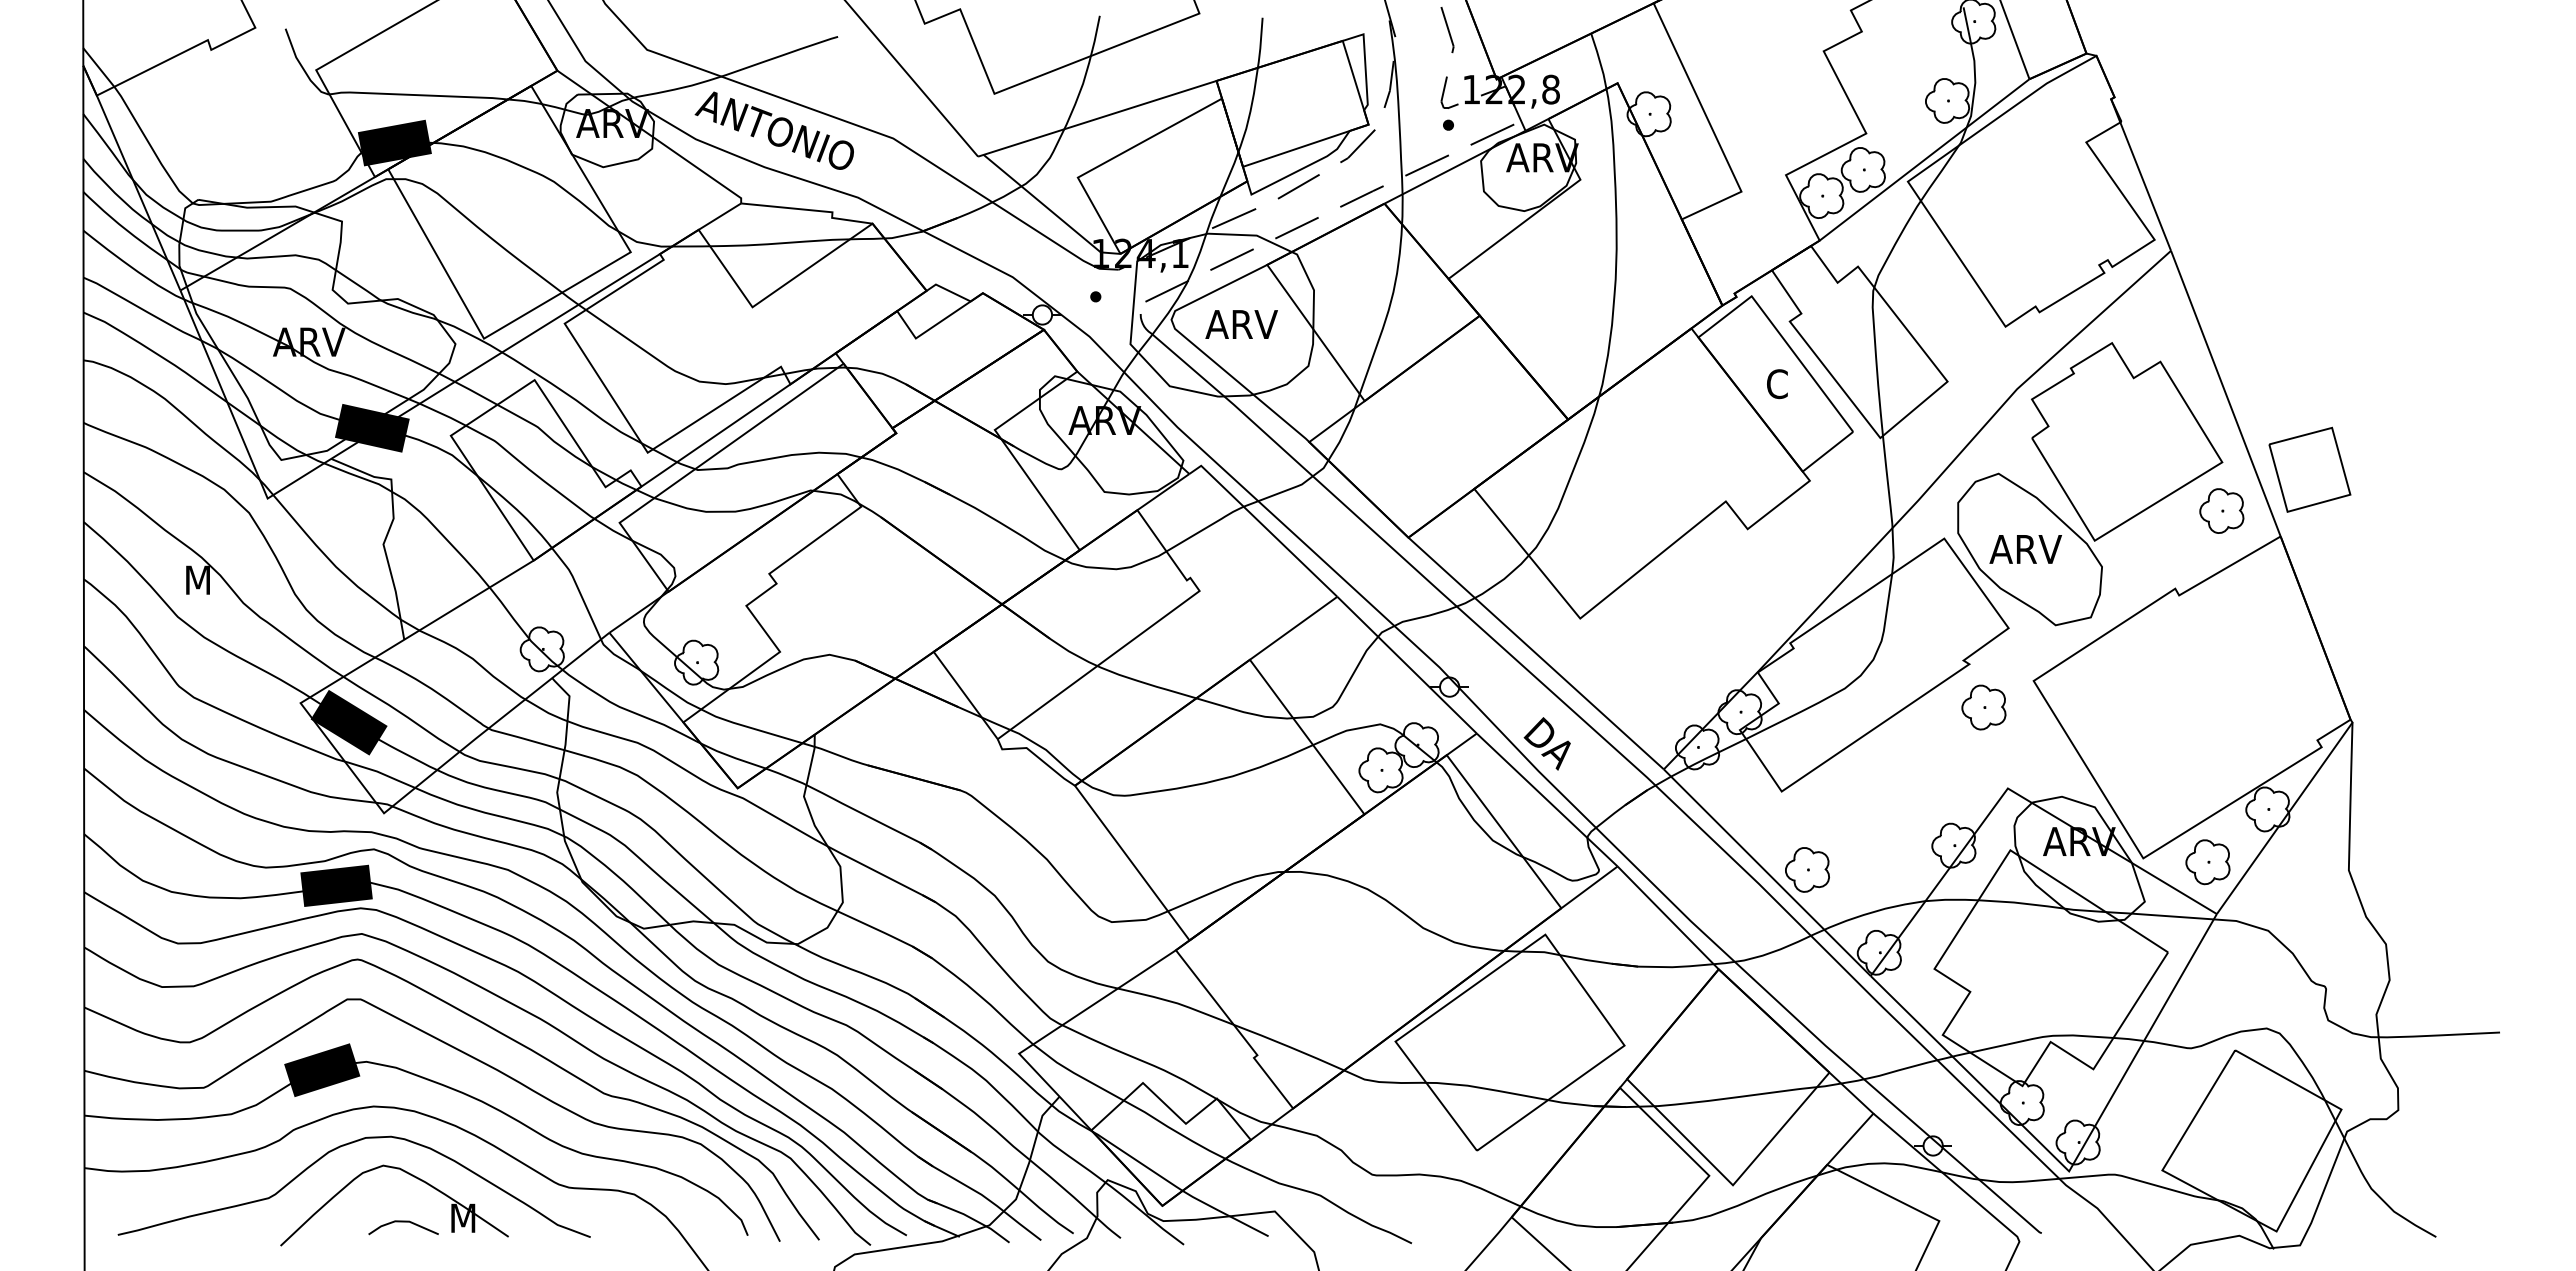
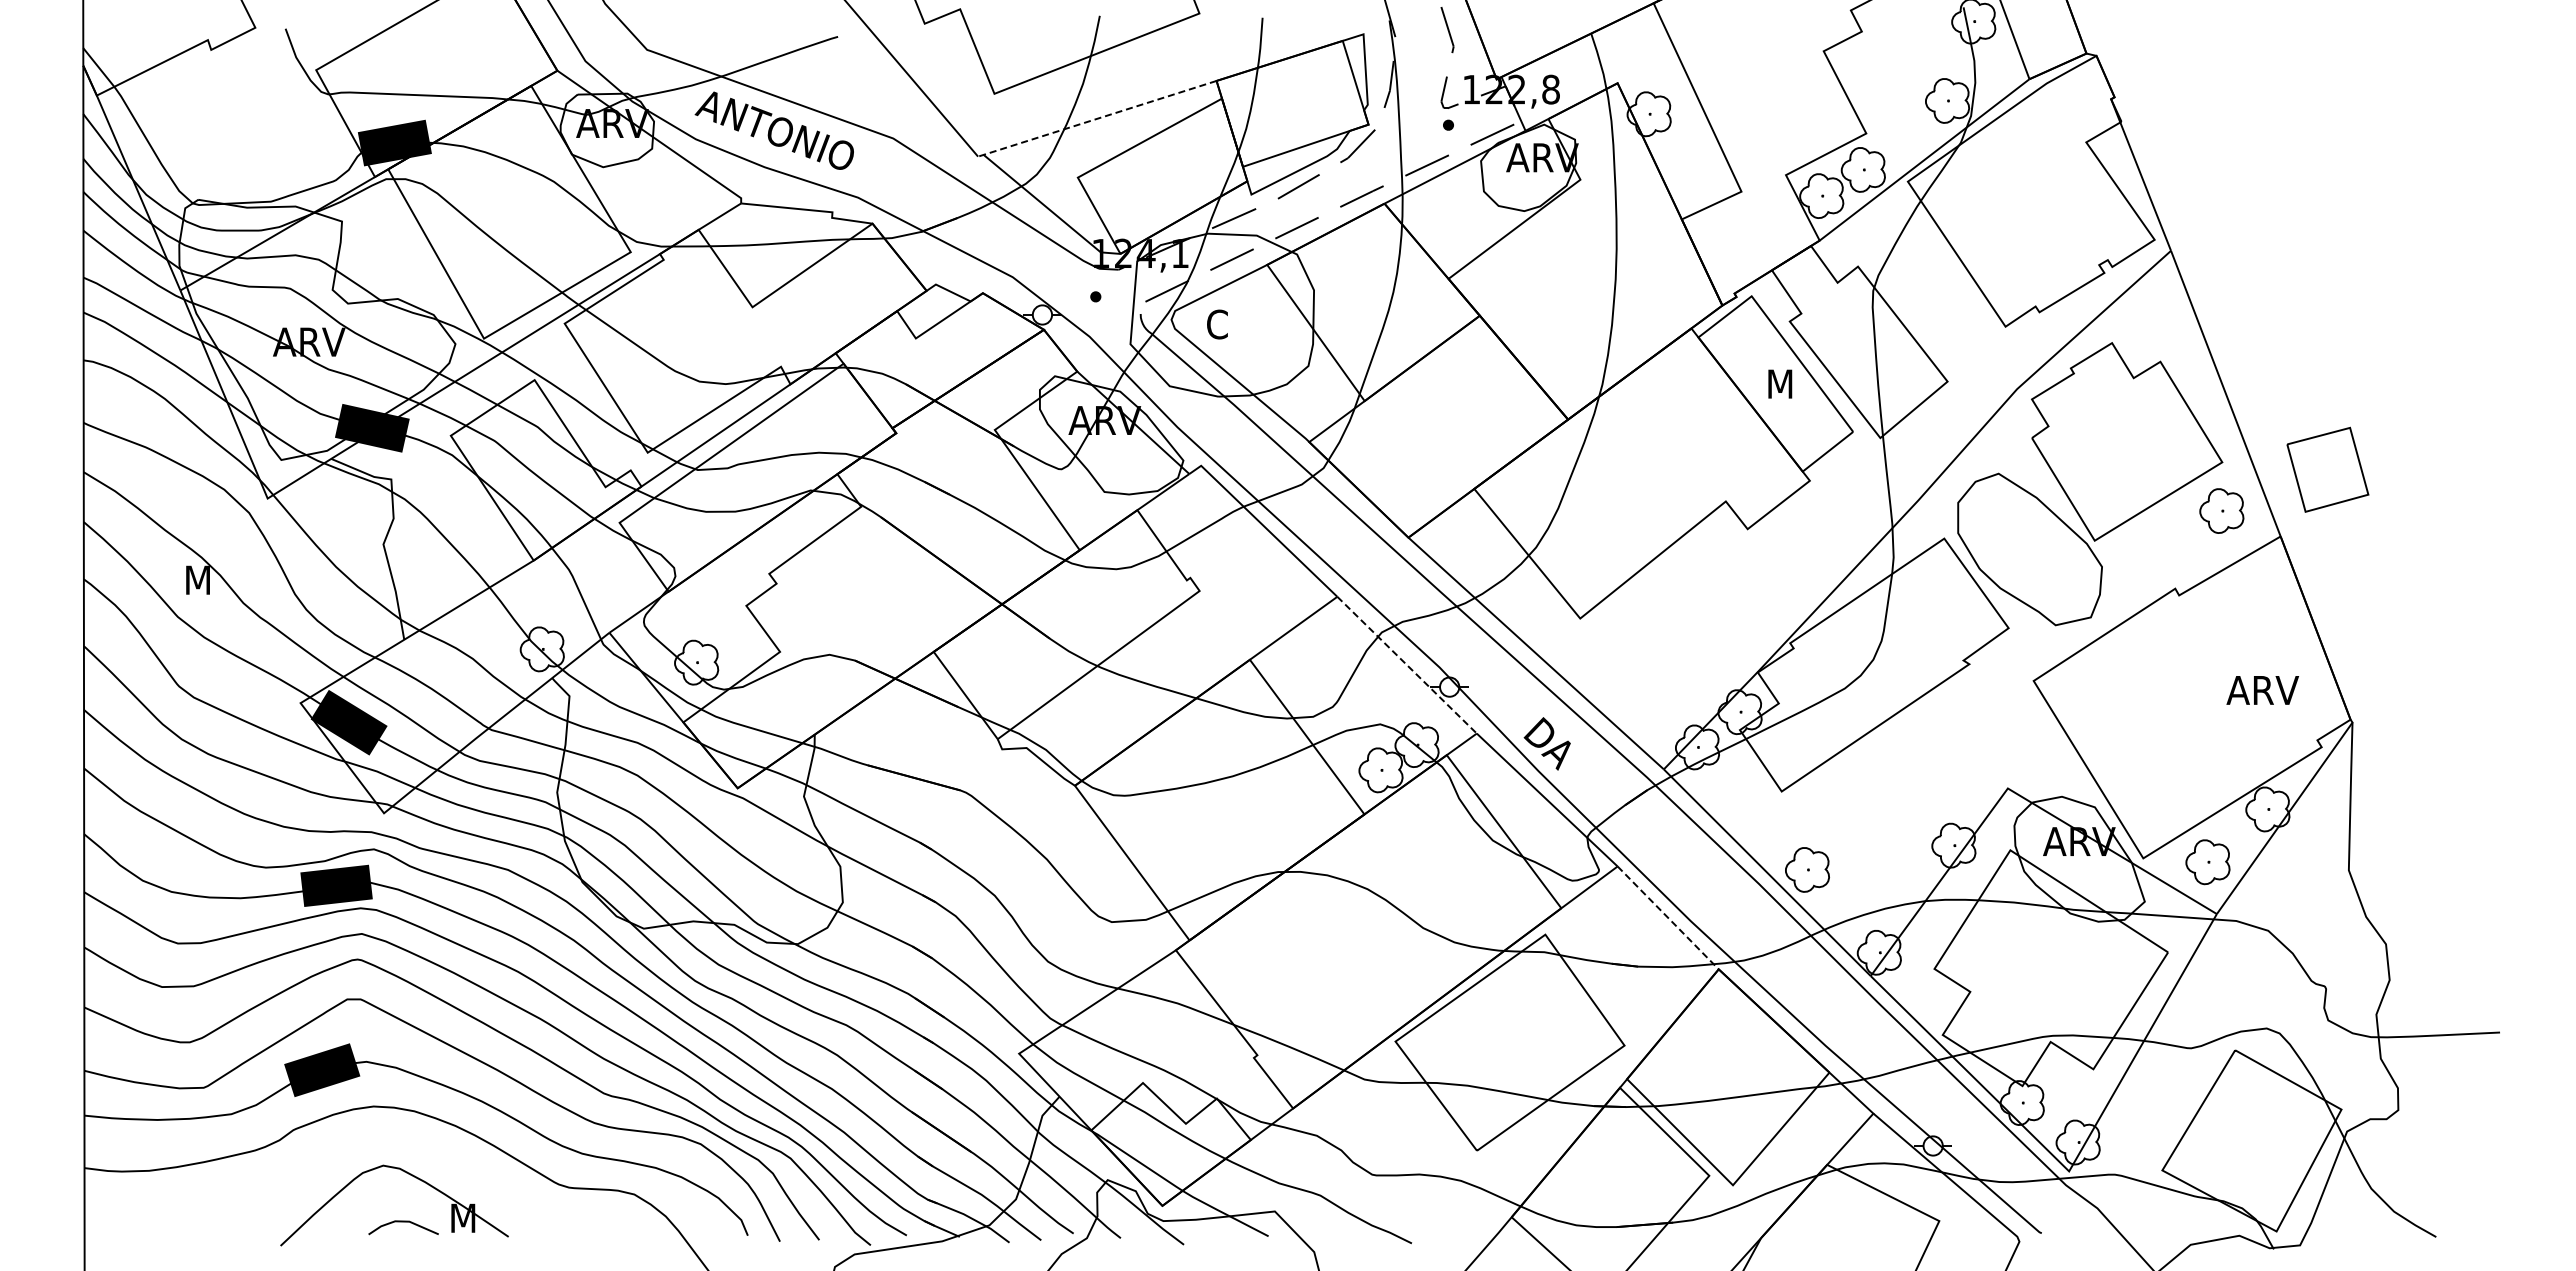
line at (1096, 118): solid -> dashed
text at (1241, 324): ARV -> C
text at (1779, 384): C -> M
part at (2309, 469) position: (2309, 469) -> (2327, 469)
text at (2025, 549) position: (2025, 549) -> (2262, 690)
line at (1407, 665): solid -> dashed
part at (1983, 707): present -> none
line at (1668, 918): solid -> dashed
curve at (334, 1150): present -> none
